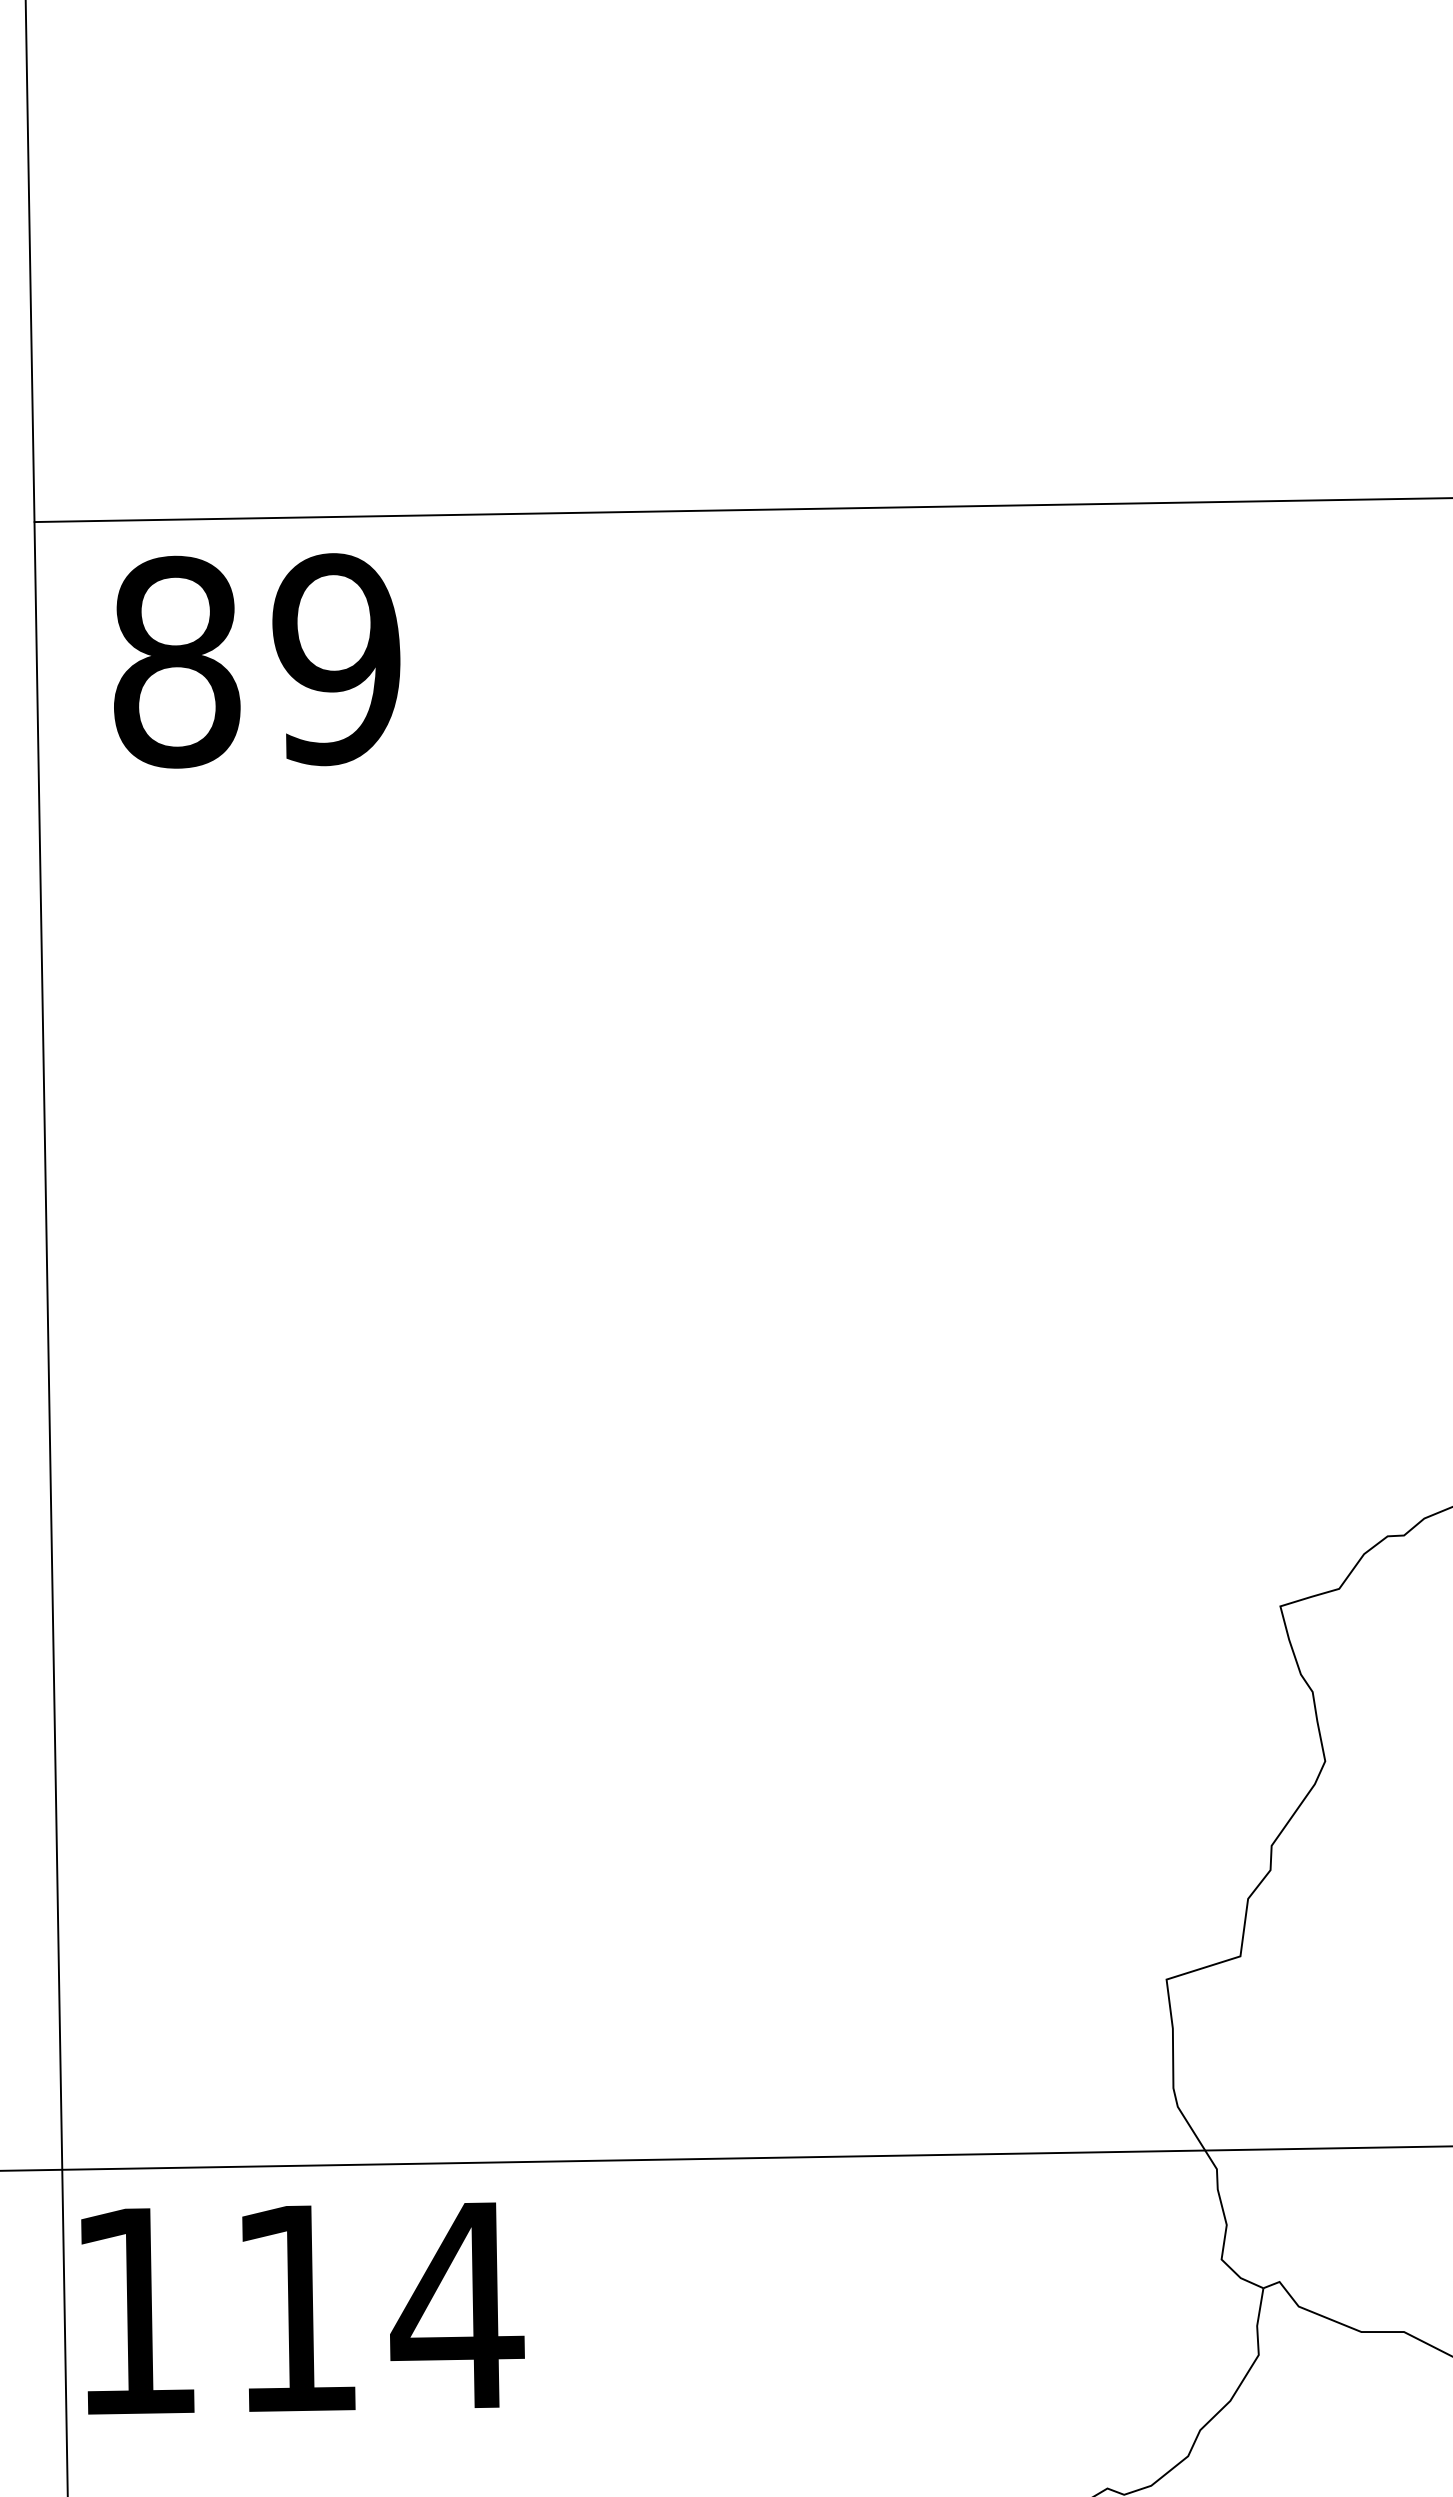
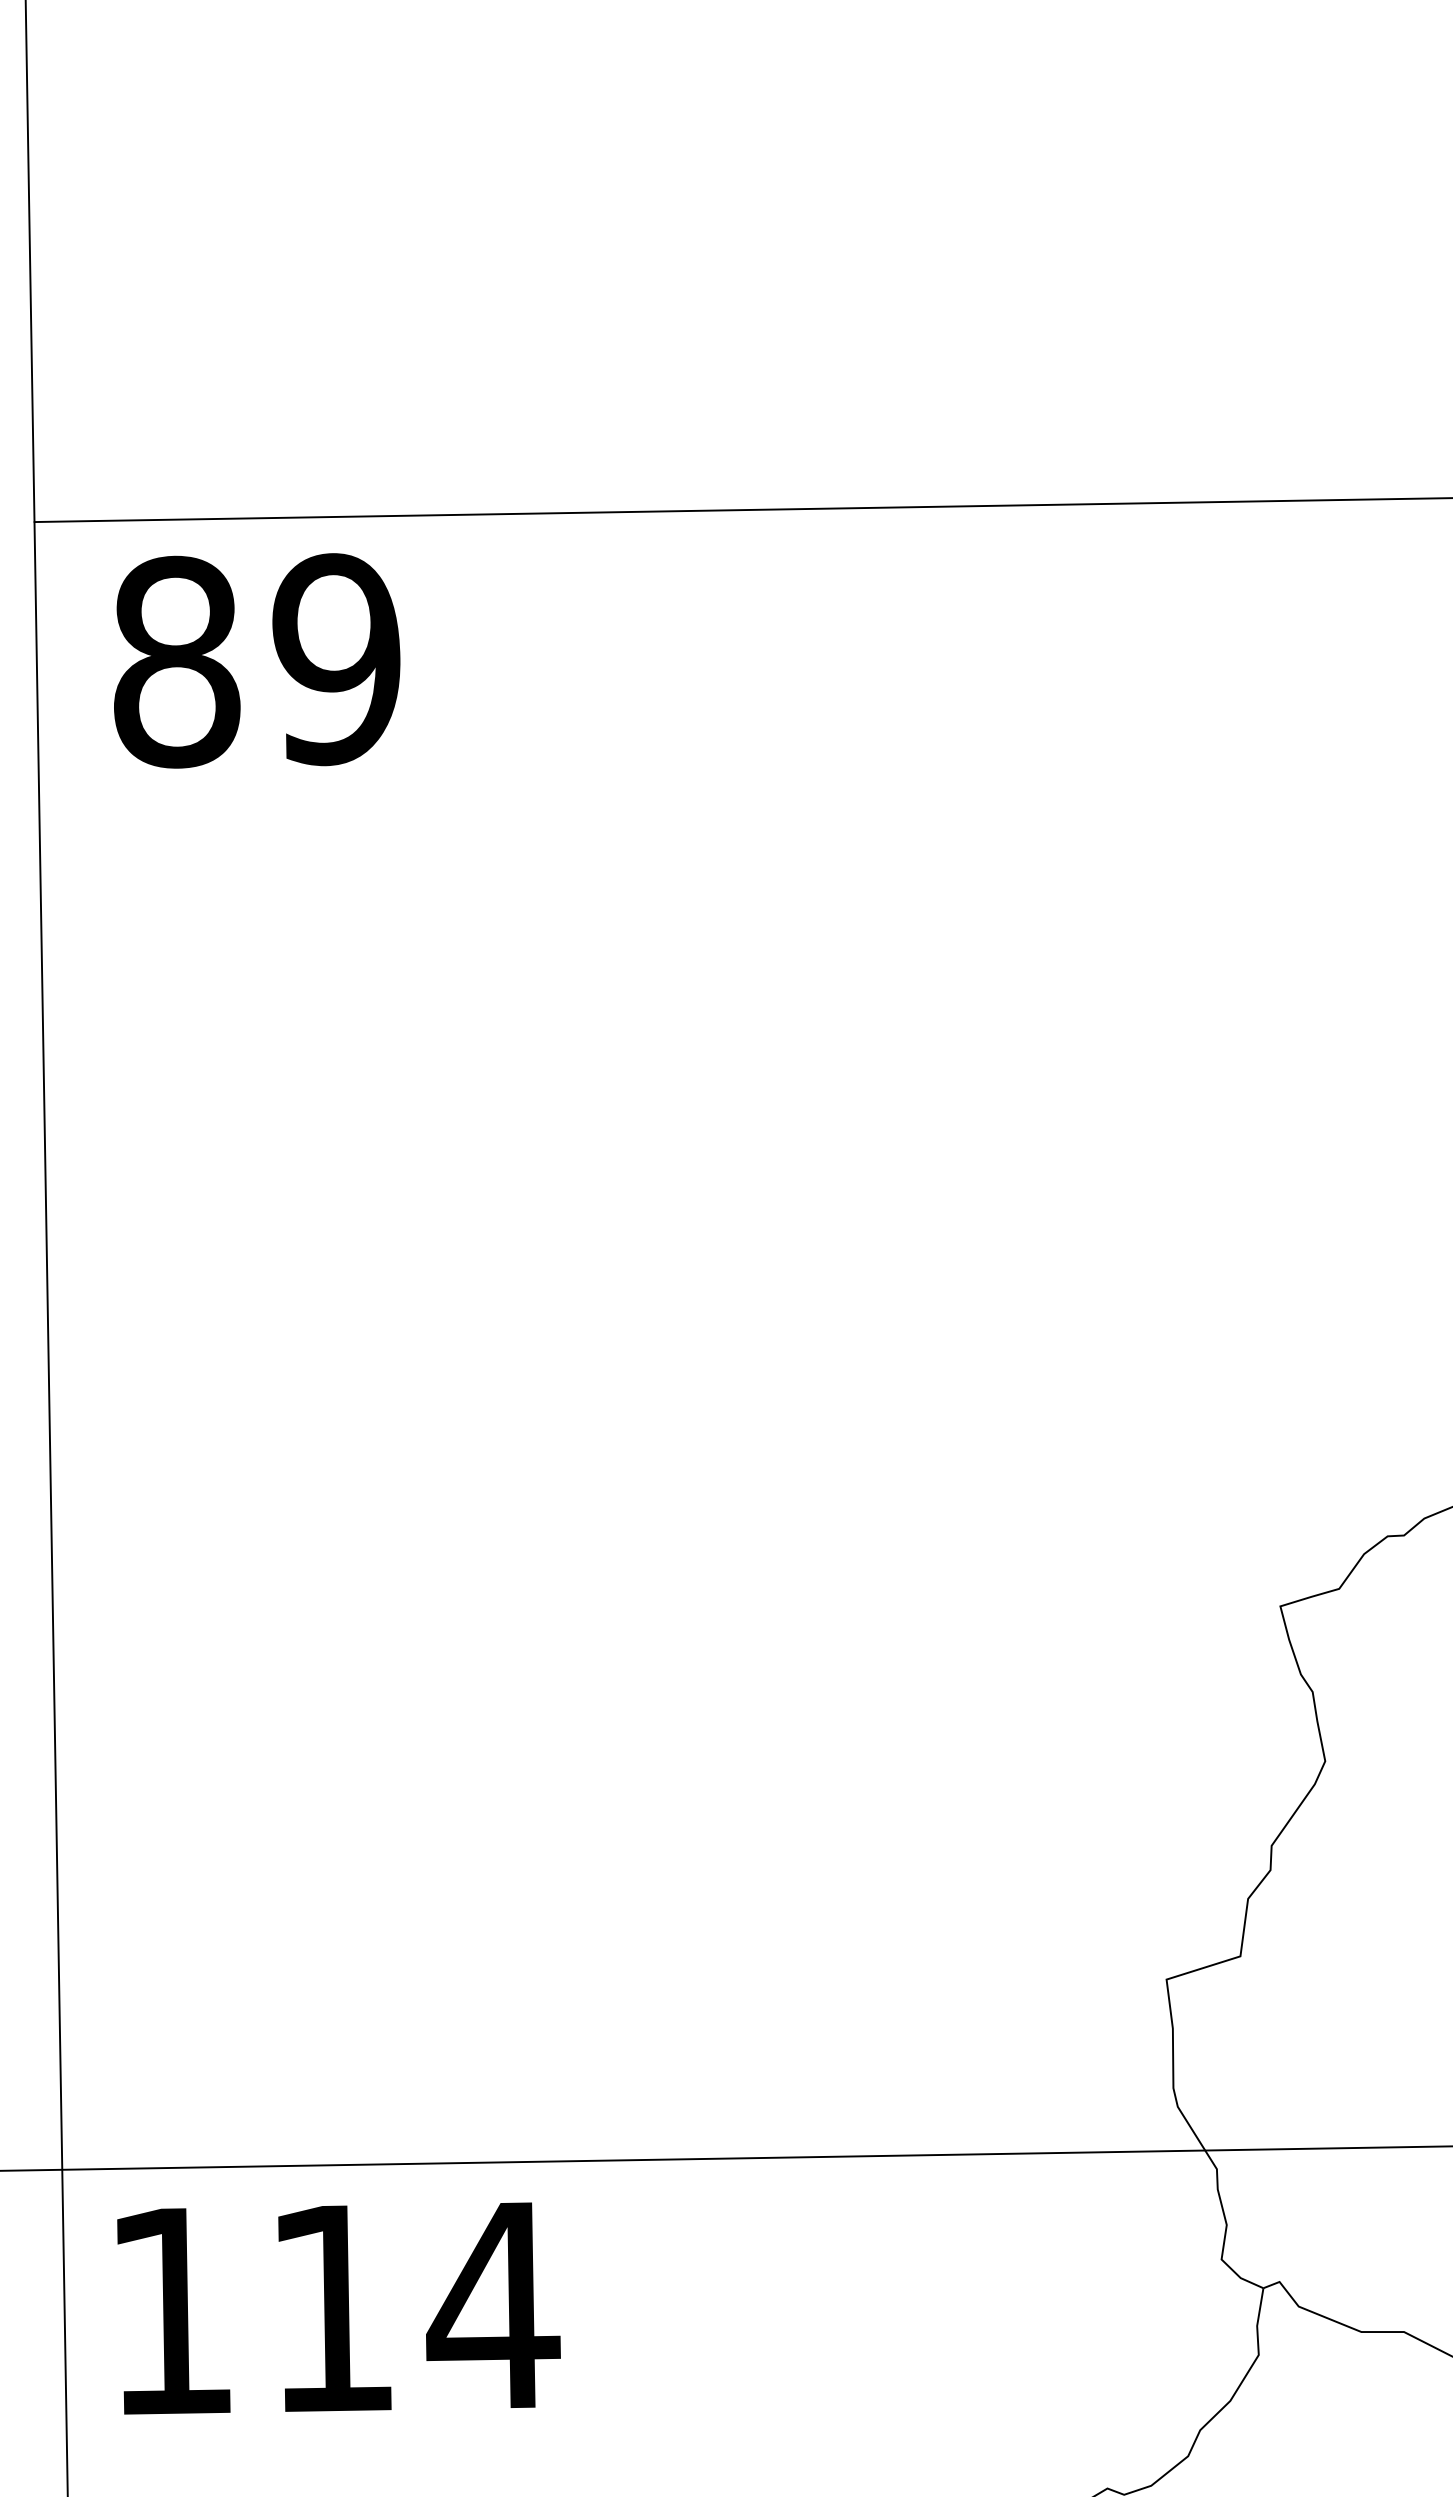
text at (302, 2308) position: (302, 2308) -> (338, 2308)
